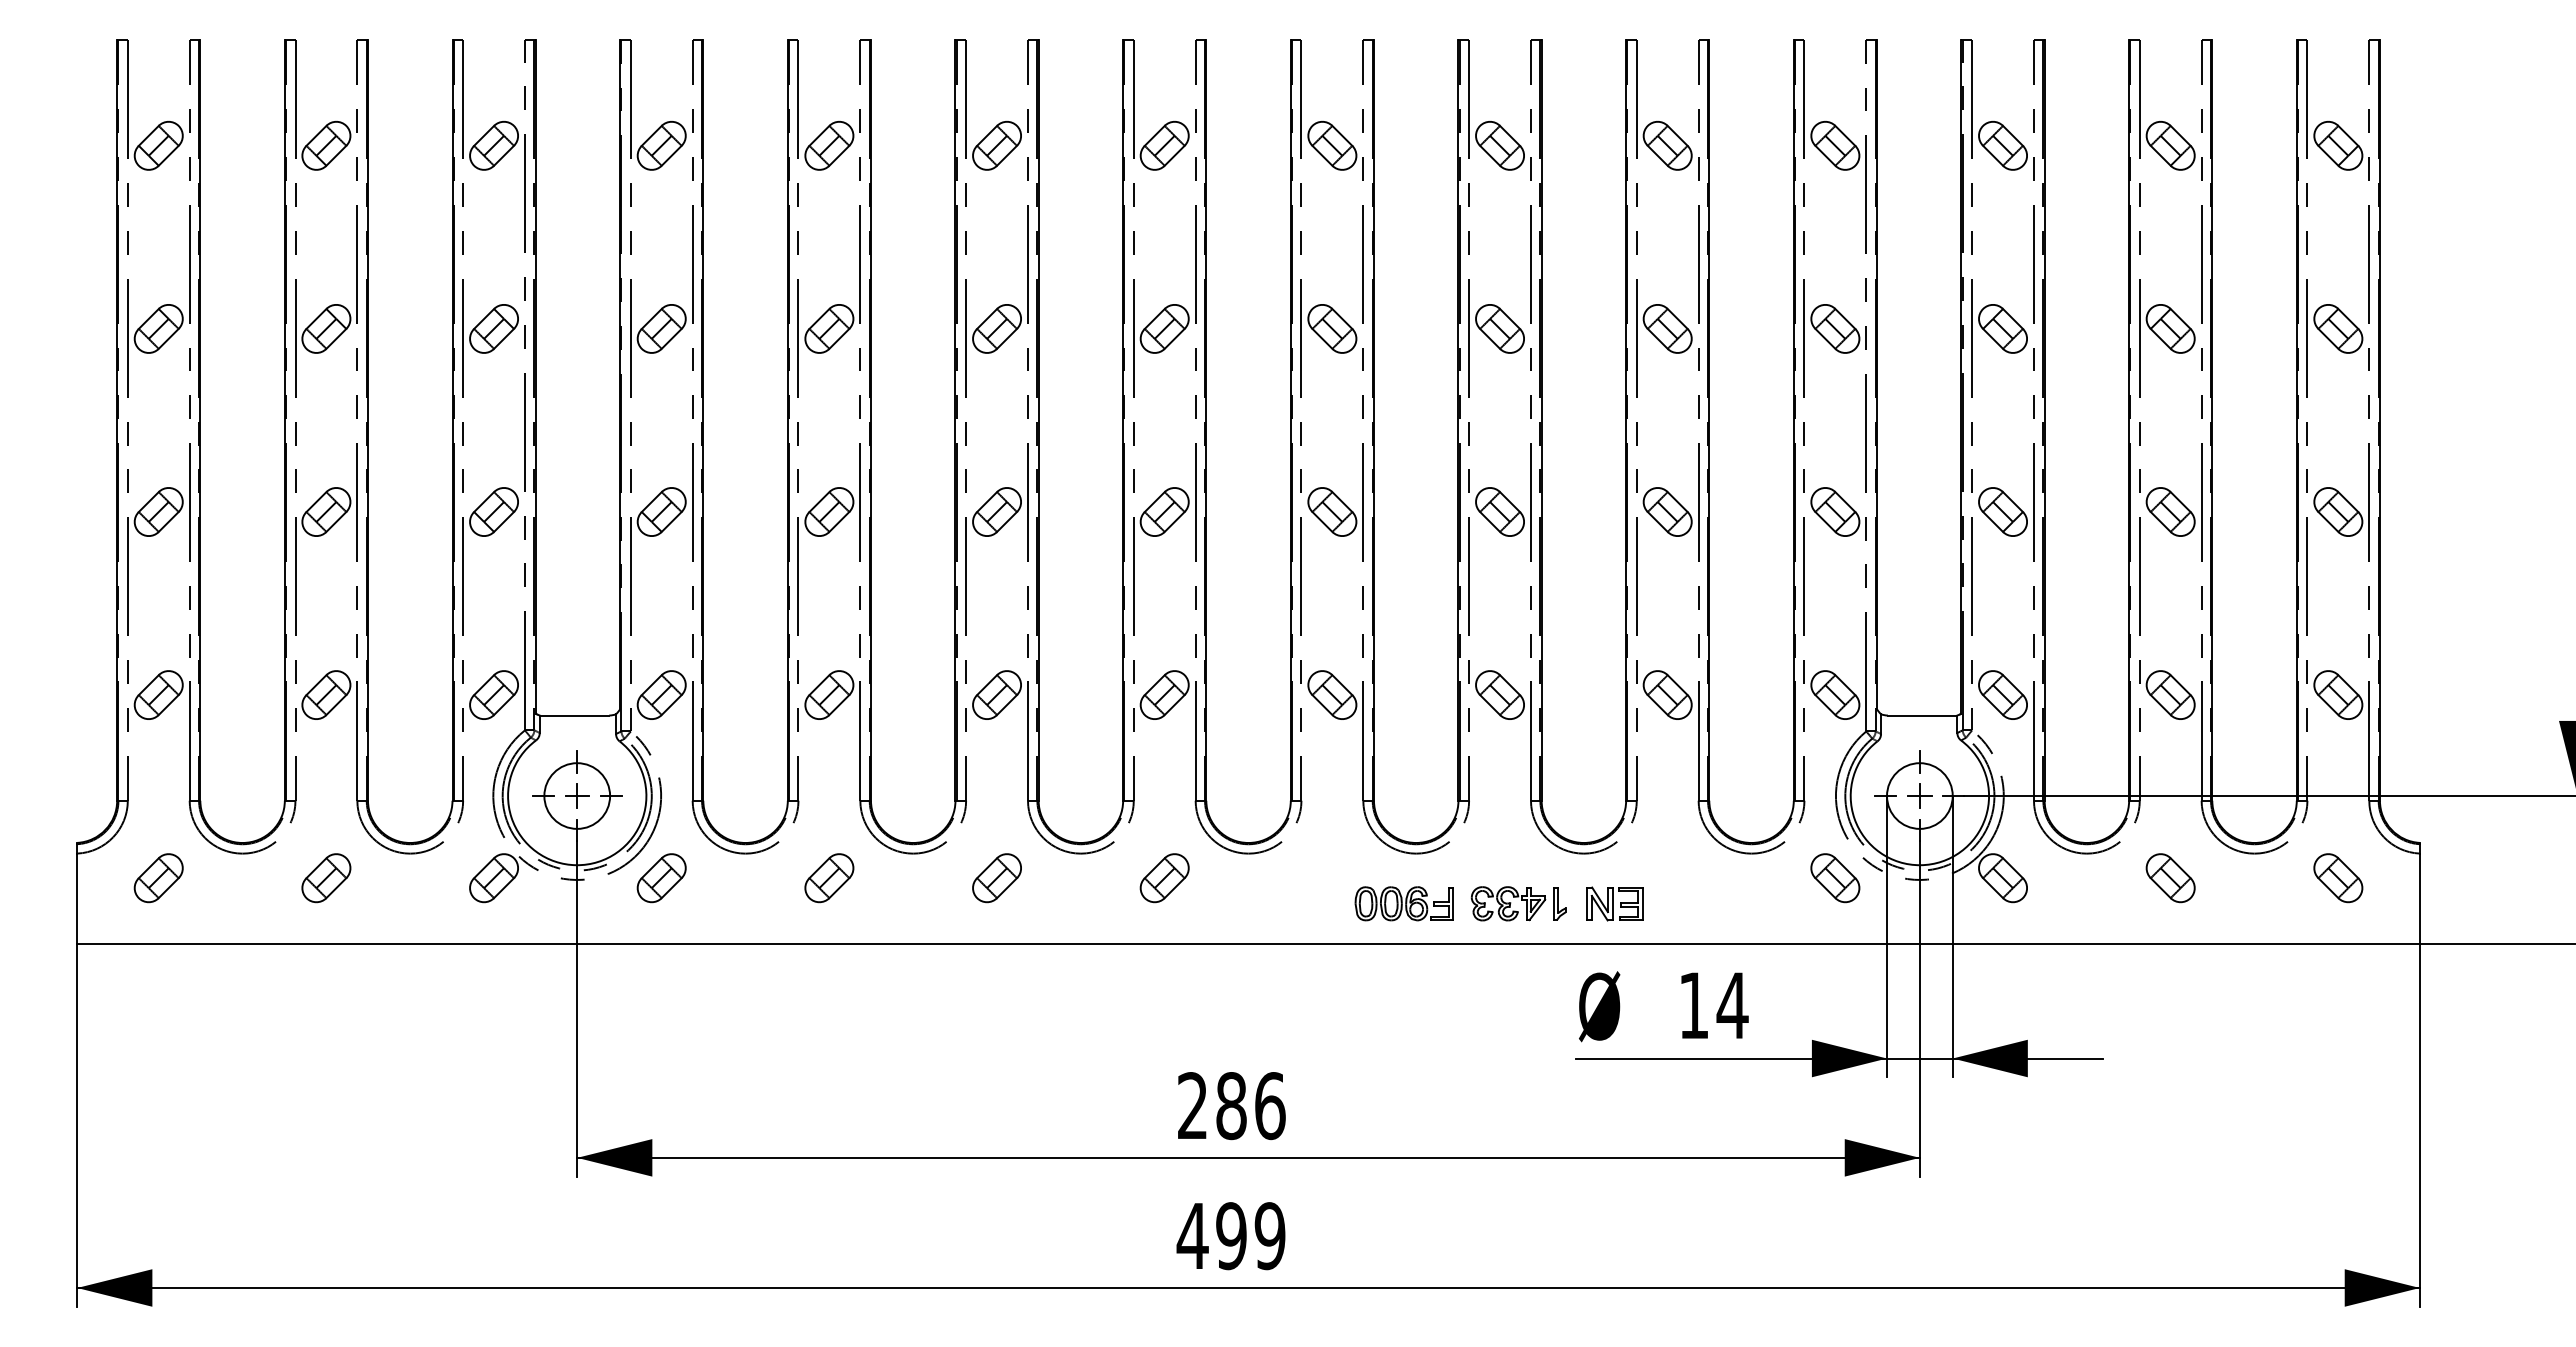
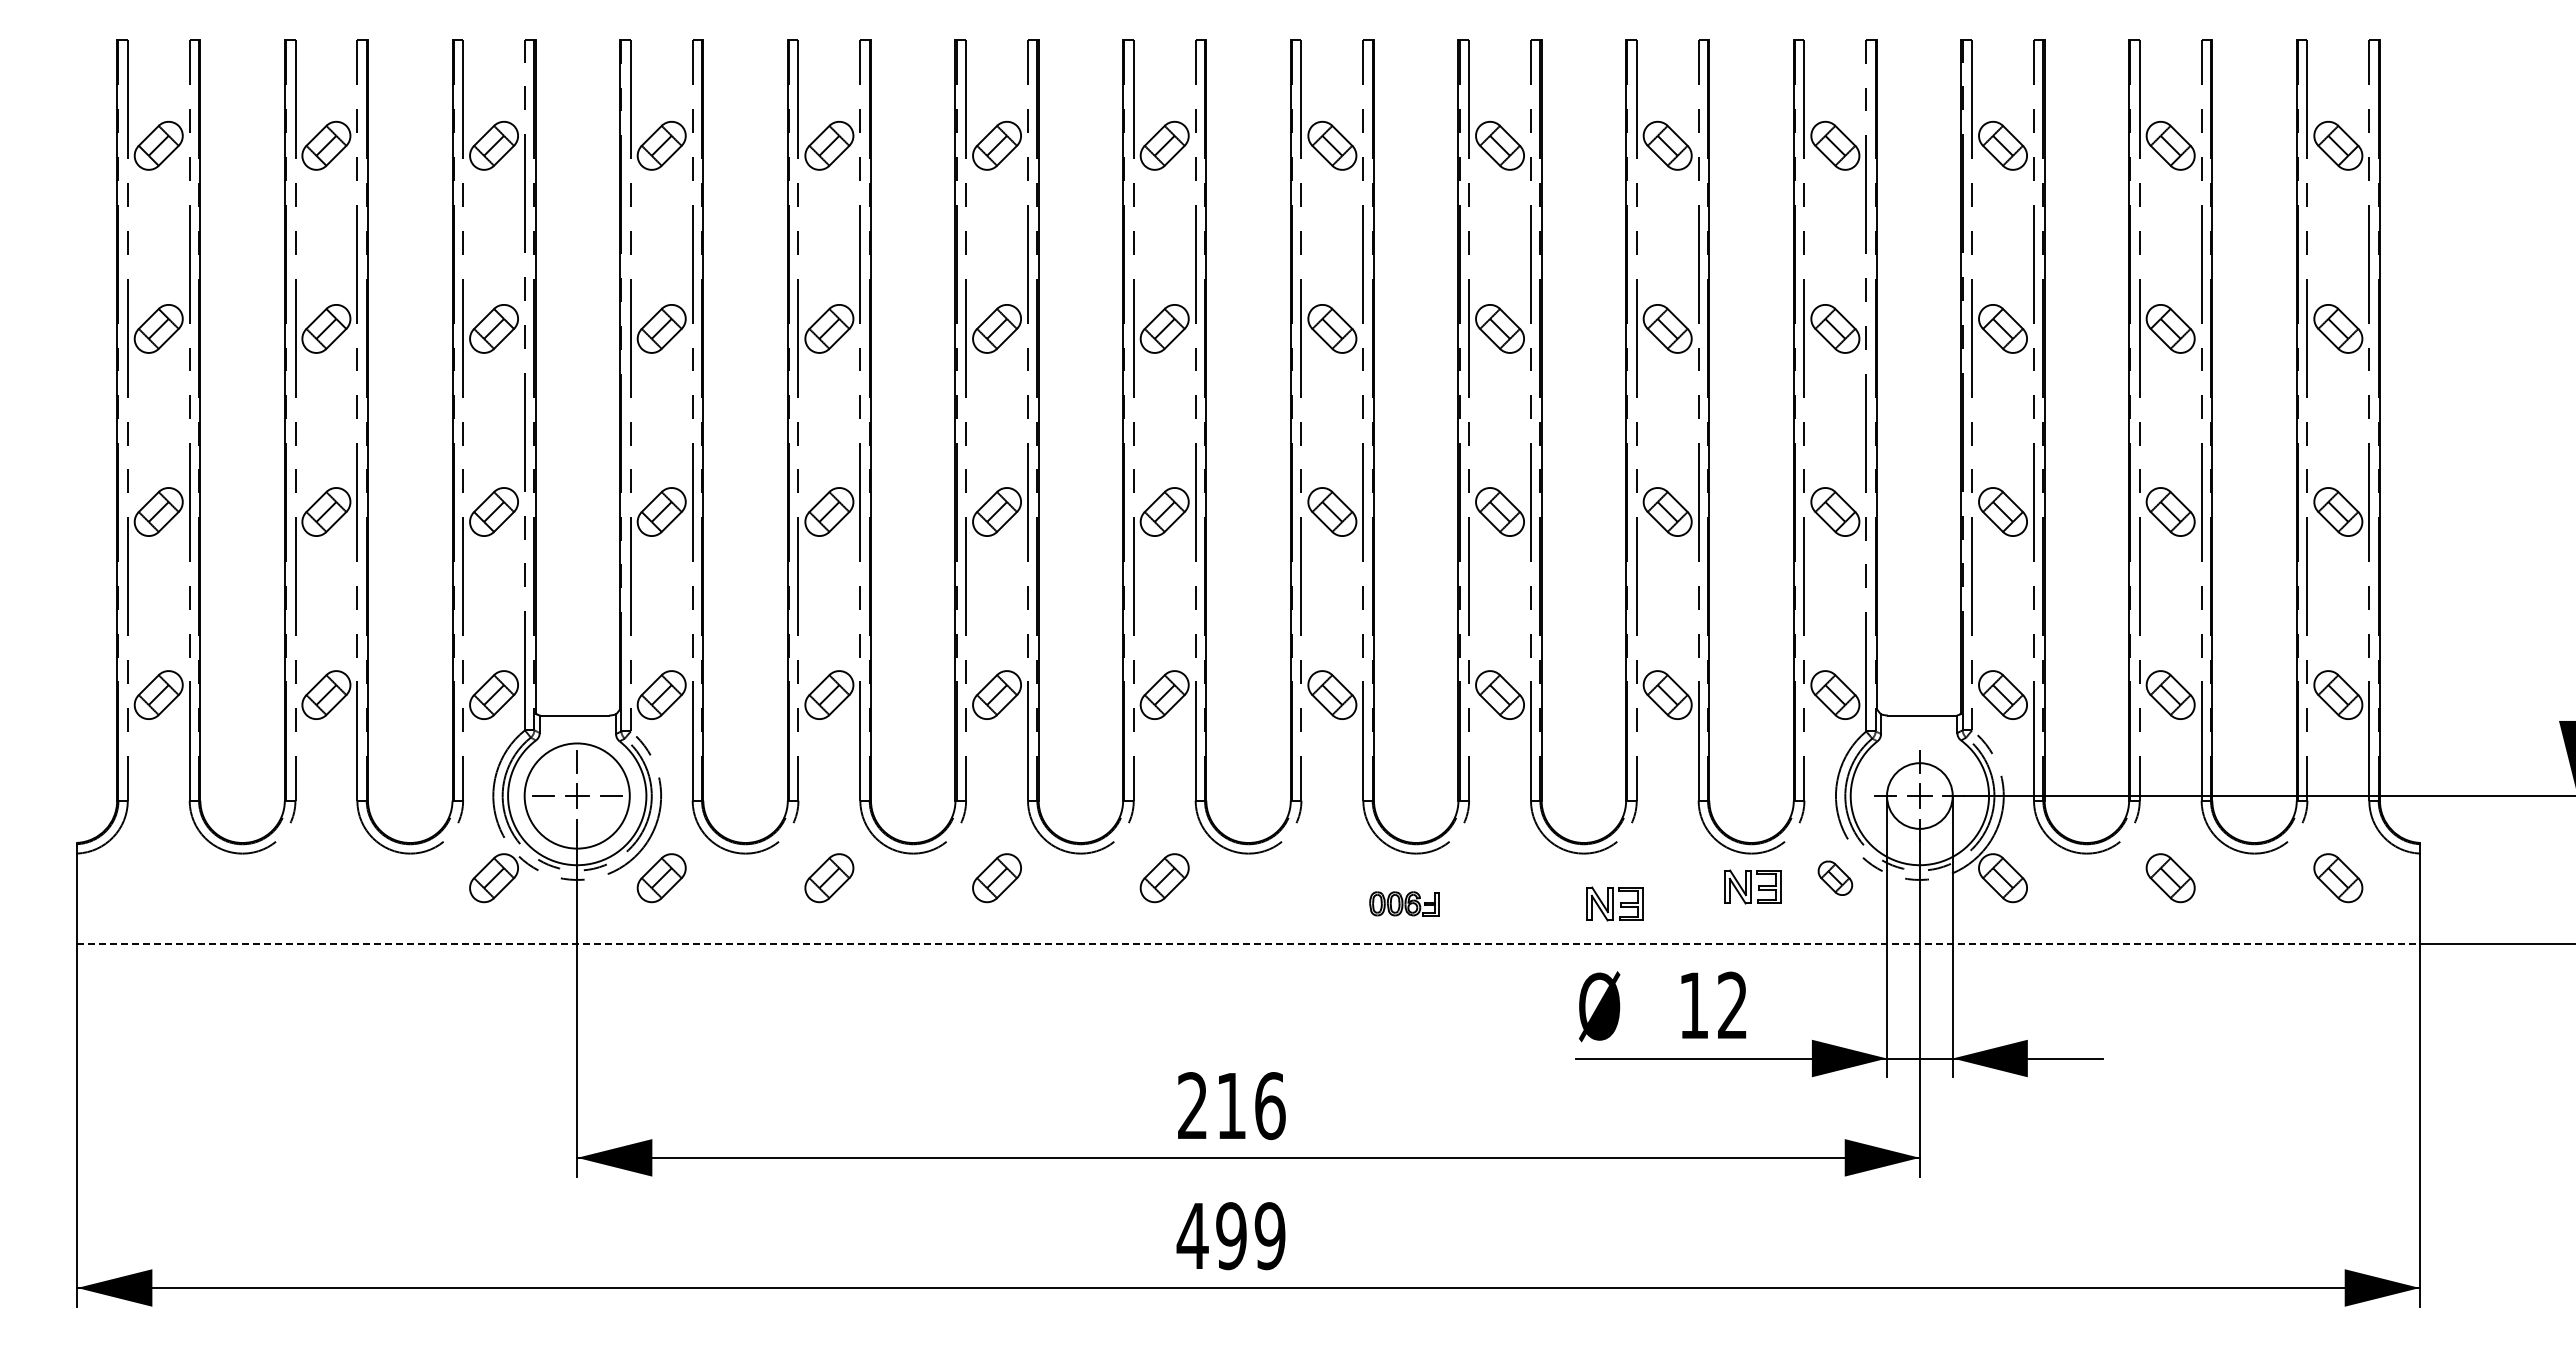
circle at (577, 795) diameter: 66 px -> 105 px
part at (158, 878): present -> none
part at (326, 878): present -> none
part at (1835, 878) size: 51x51 px -> 37x36 px
part at (1752, 886): none -> present
part at (1403, 903) size: 100x36 px -> 71x26 px
part at (1518, 903): present -> none
line at (1249, 943): solid -> dashed
text at (1732, 1004): 14 -> 12
text at (1231, 1106): 286 -> 216
